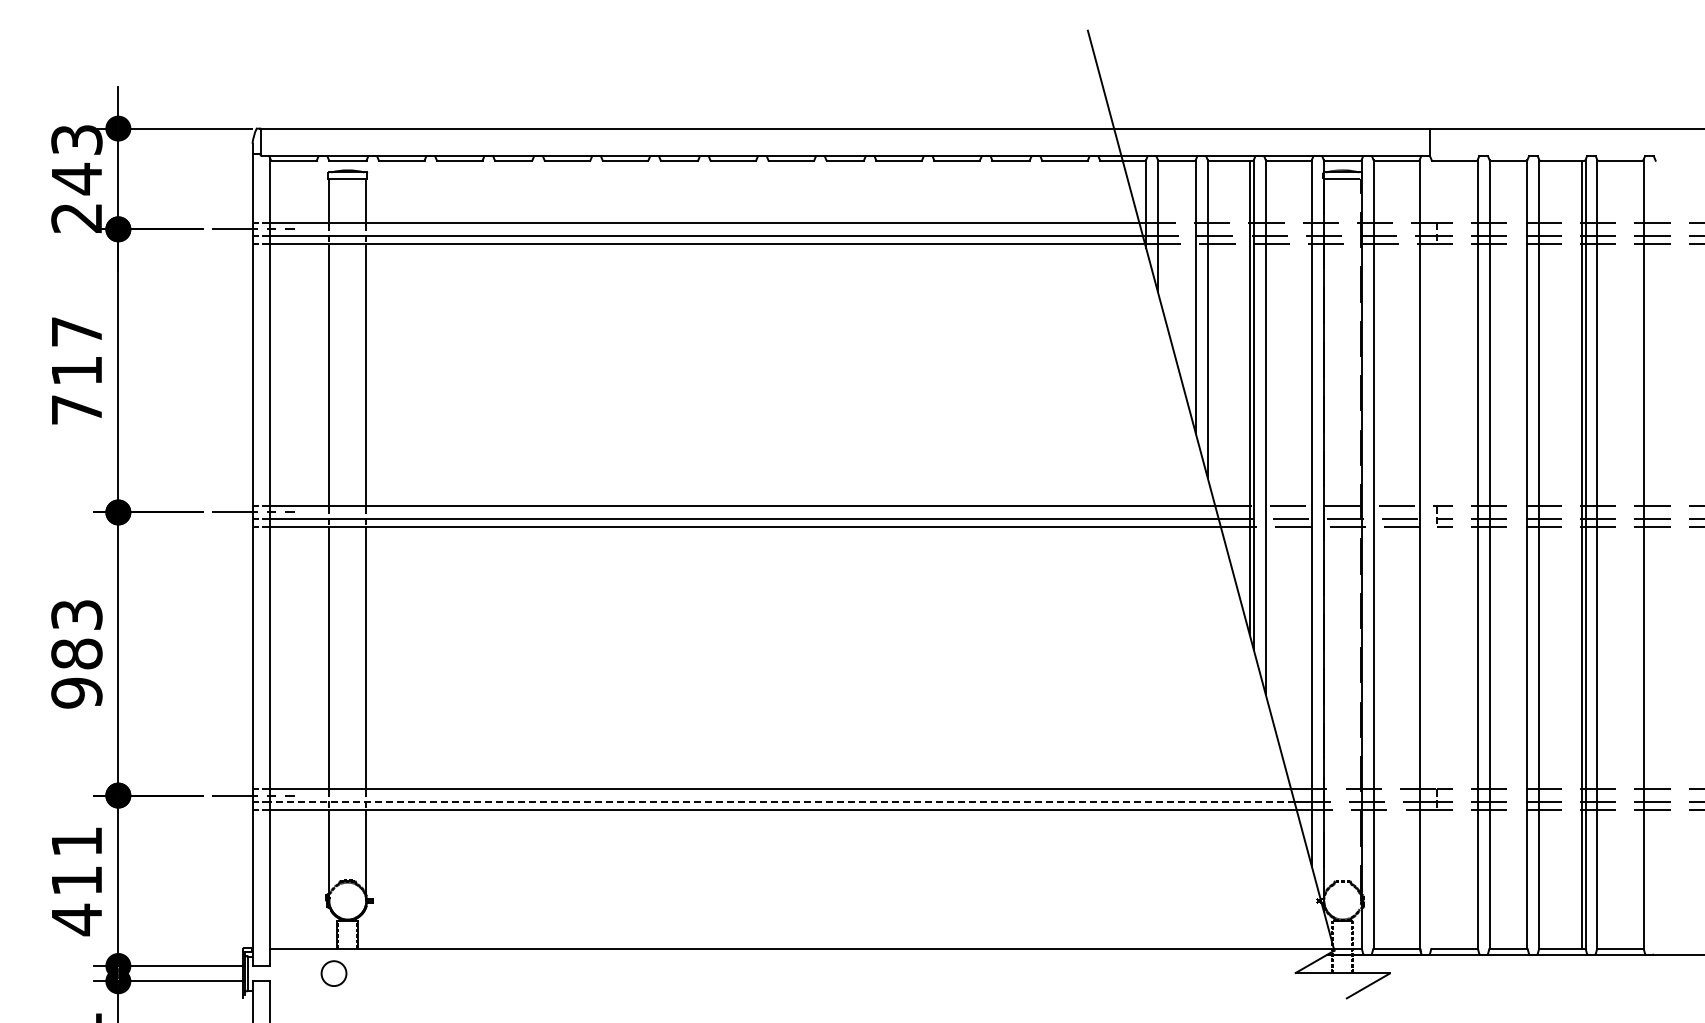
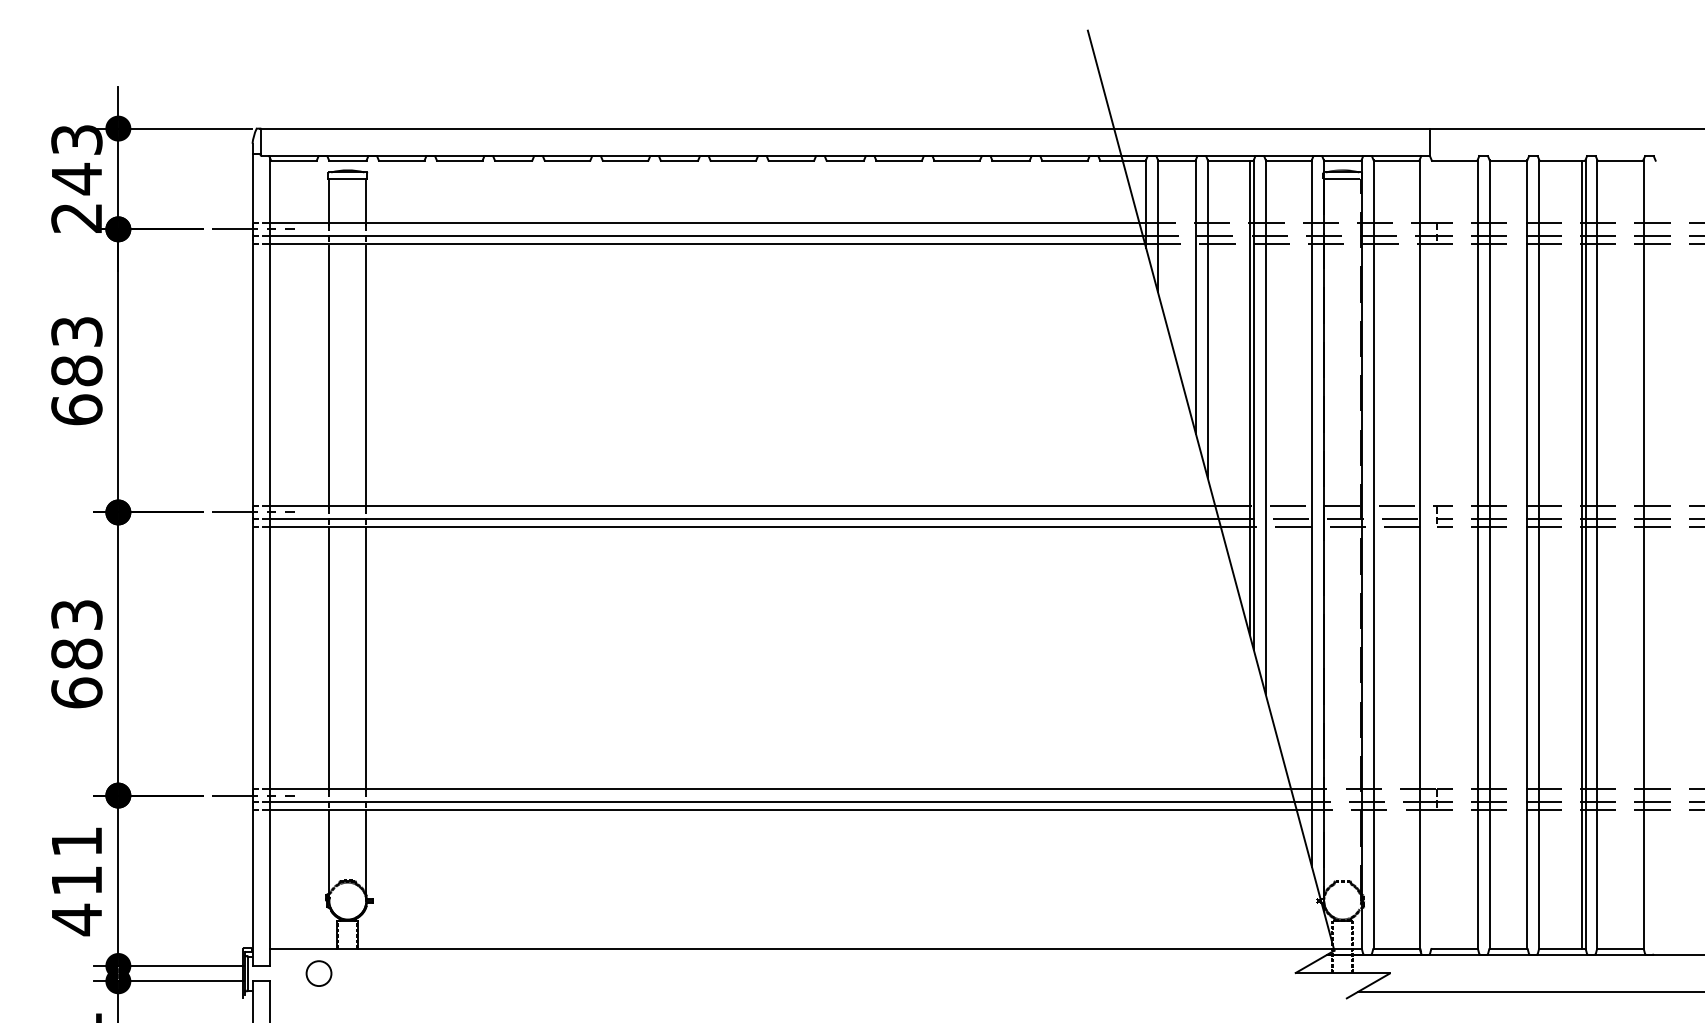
text at (76, 371): 717 -> 683
text at (76, 692): 983 -> 683
line at (781, 801): dashed -> solid
circle at (333, 973) position: (333, 973) -> (318, 973)
line at (1529, 992): none -> present
